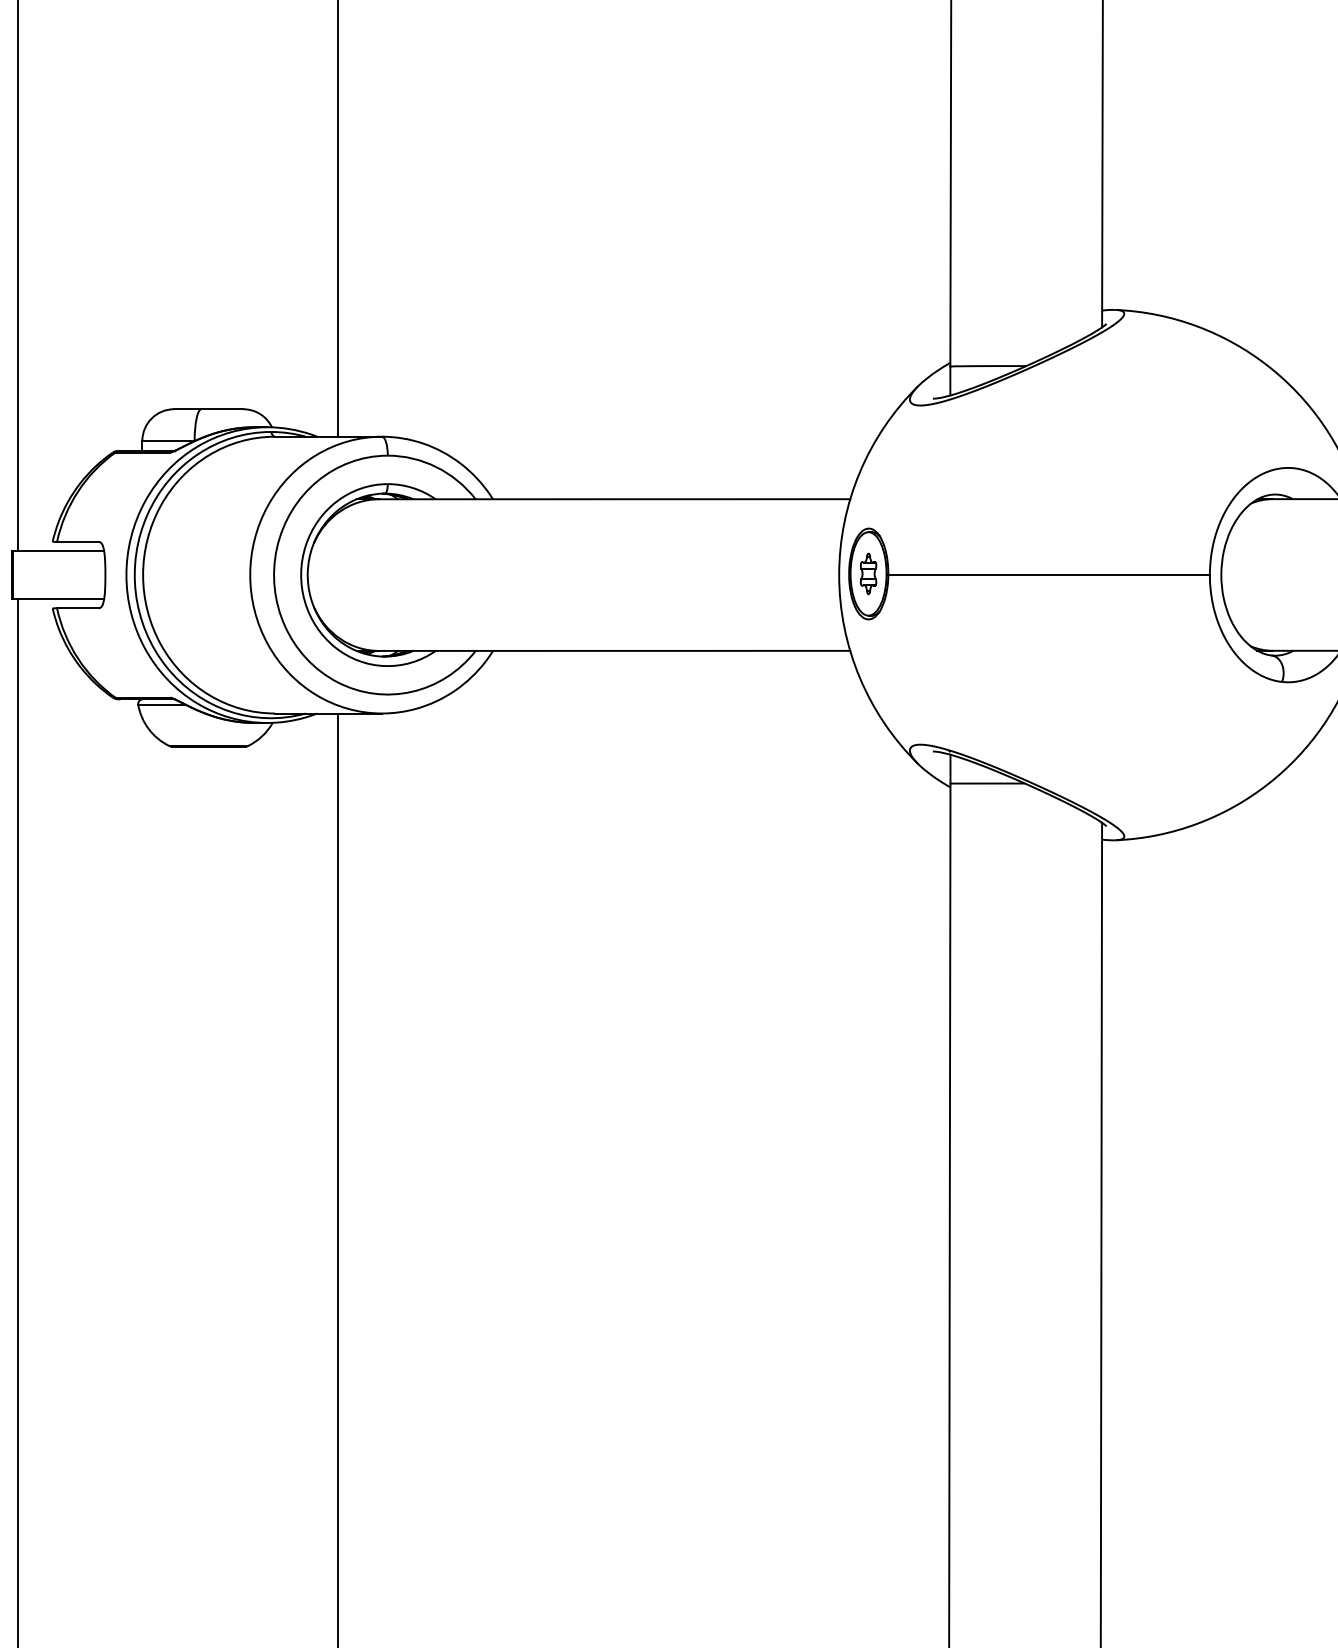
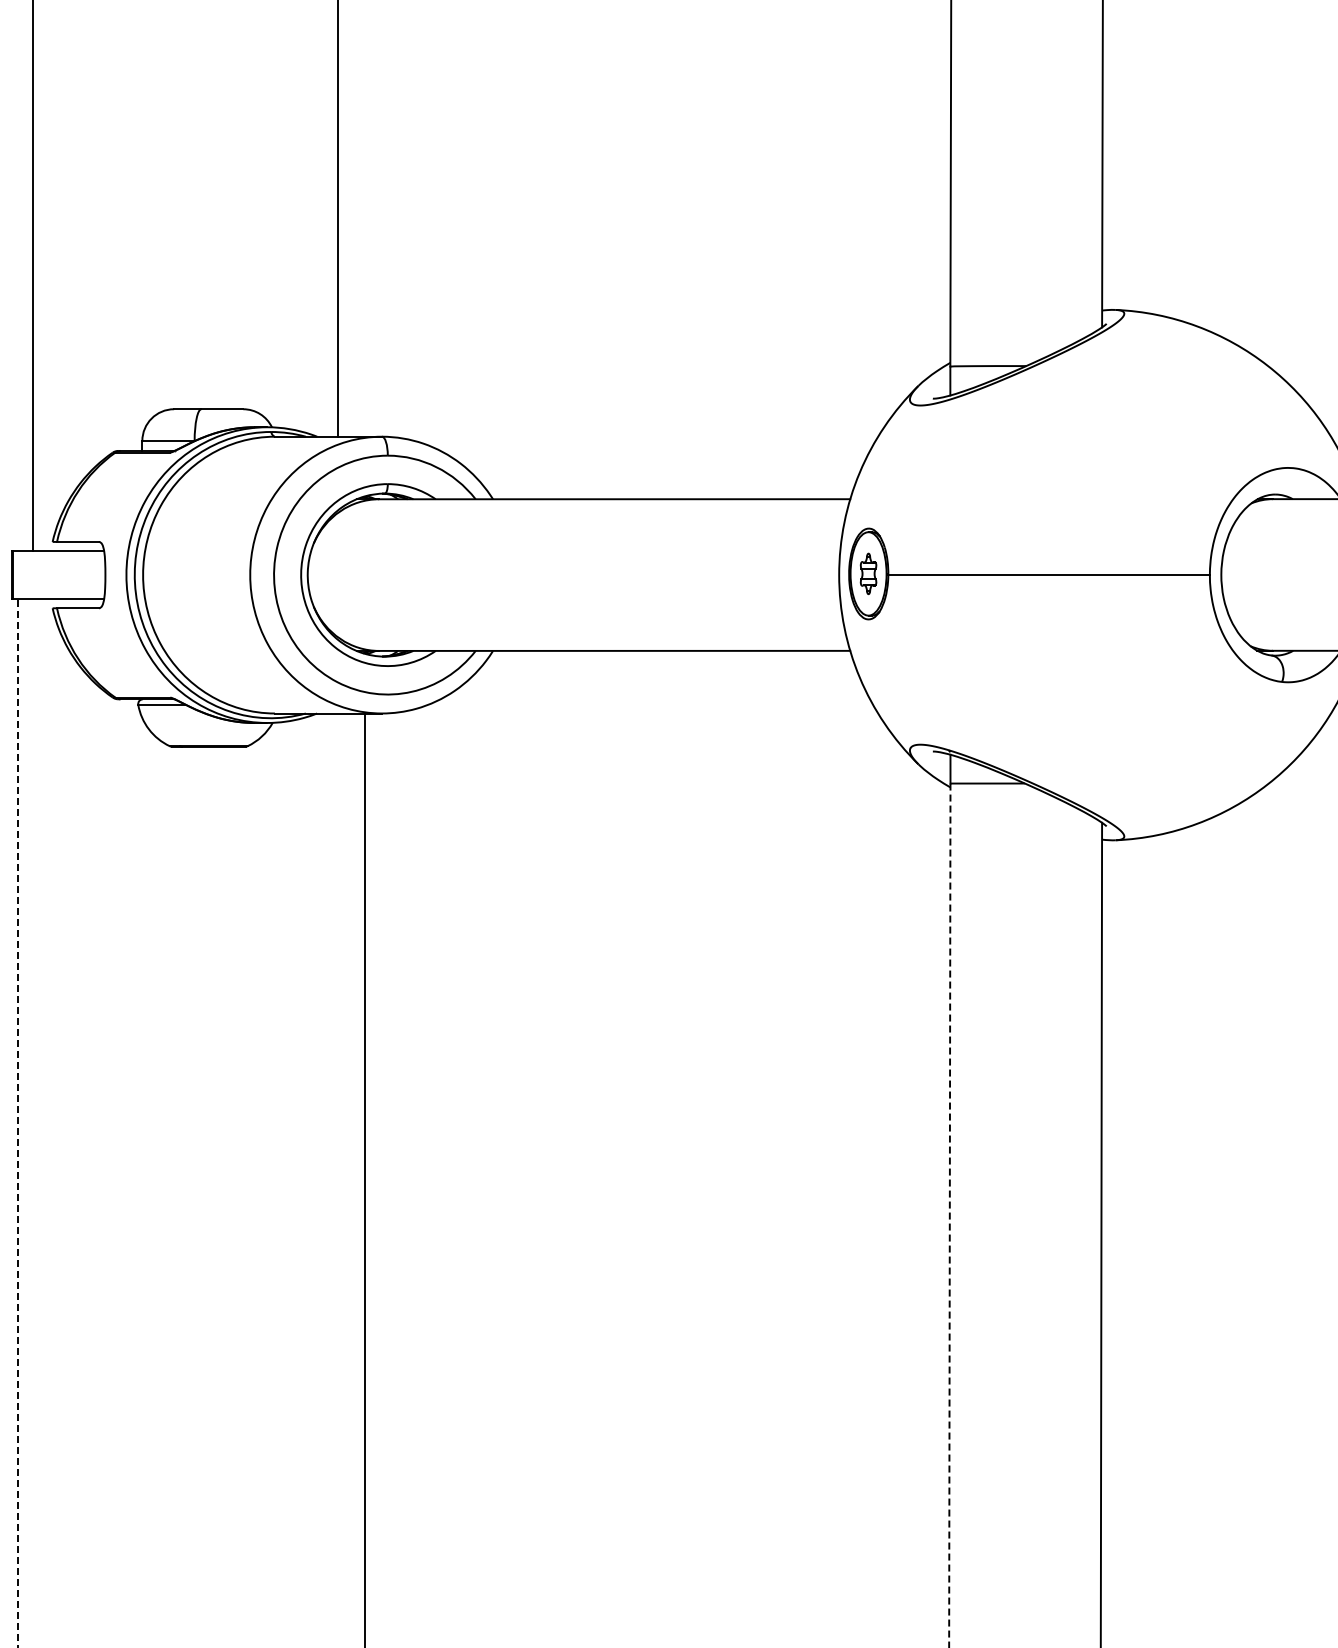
line at (18, 276) position: (18, 276) -> (33, 276)
line at (18, 1122): solid -> dashed
line at (337, 1178) position: (337, 1178) -> (364, 1178)
line at (949, 1215): solid -> dashed
